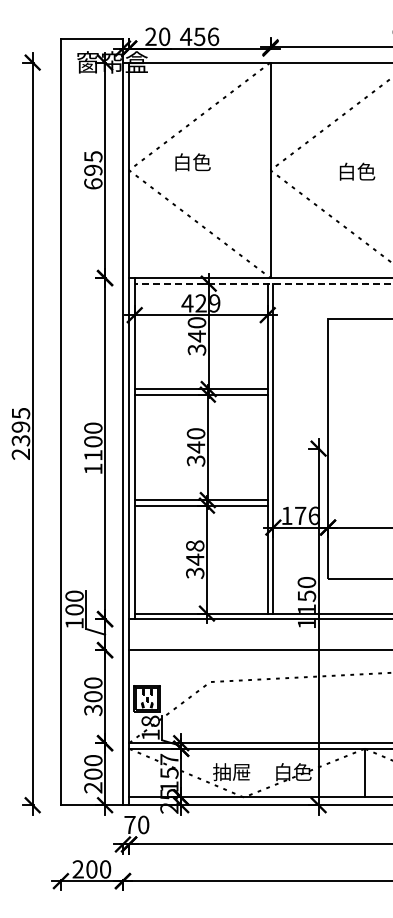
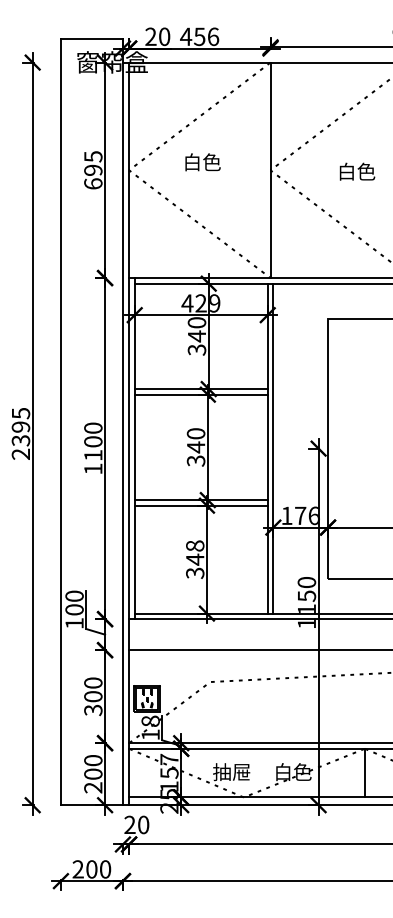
text at (192, 162) position: (192, 162) -> (202, 162)
line at (263, 283): dashed -> solid
text at (129, 824): 70 -> 20
